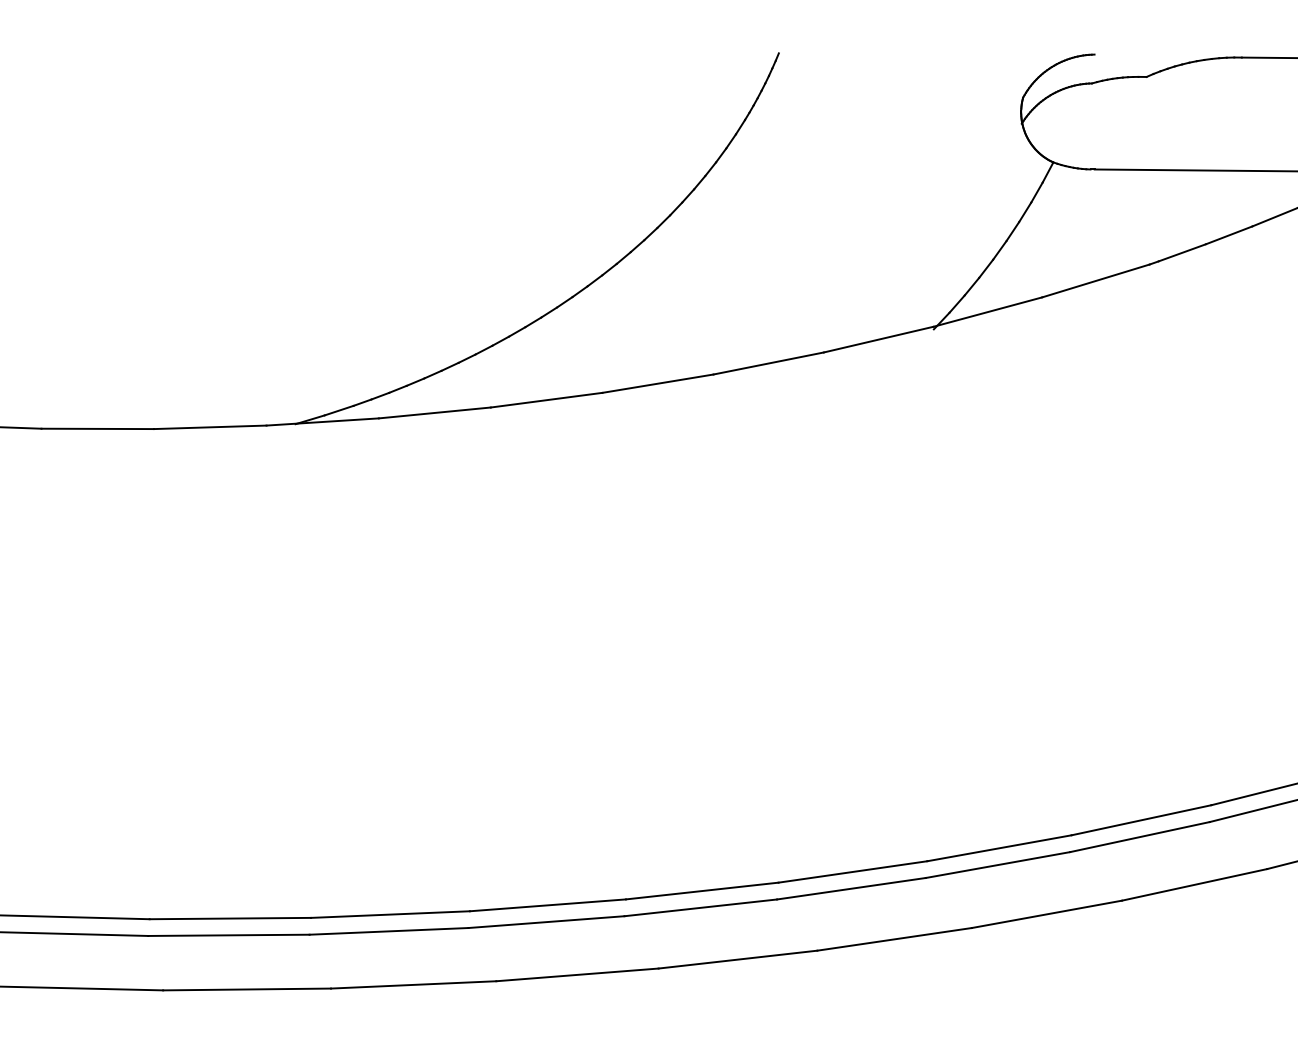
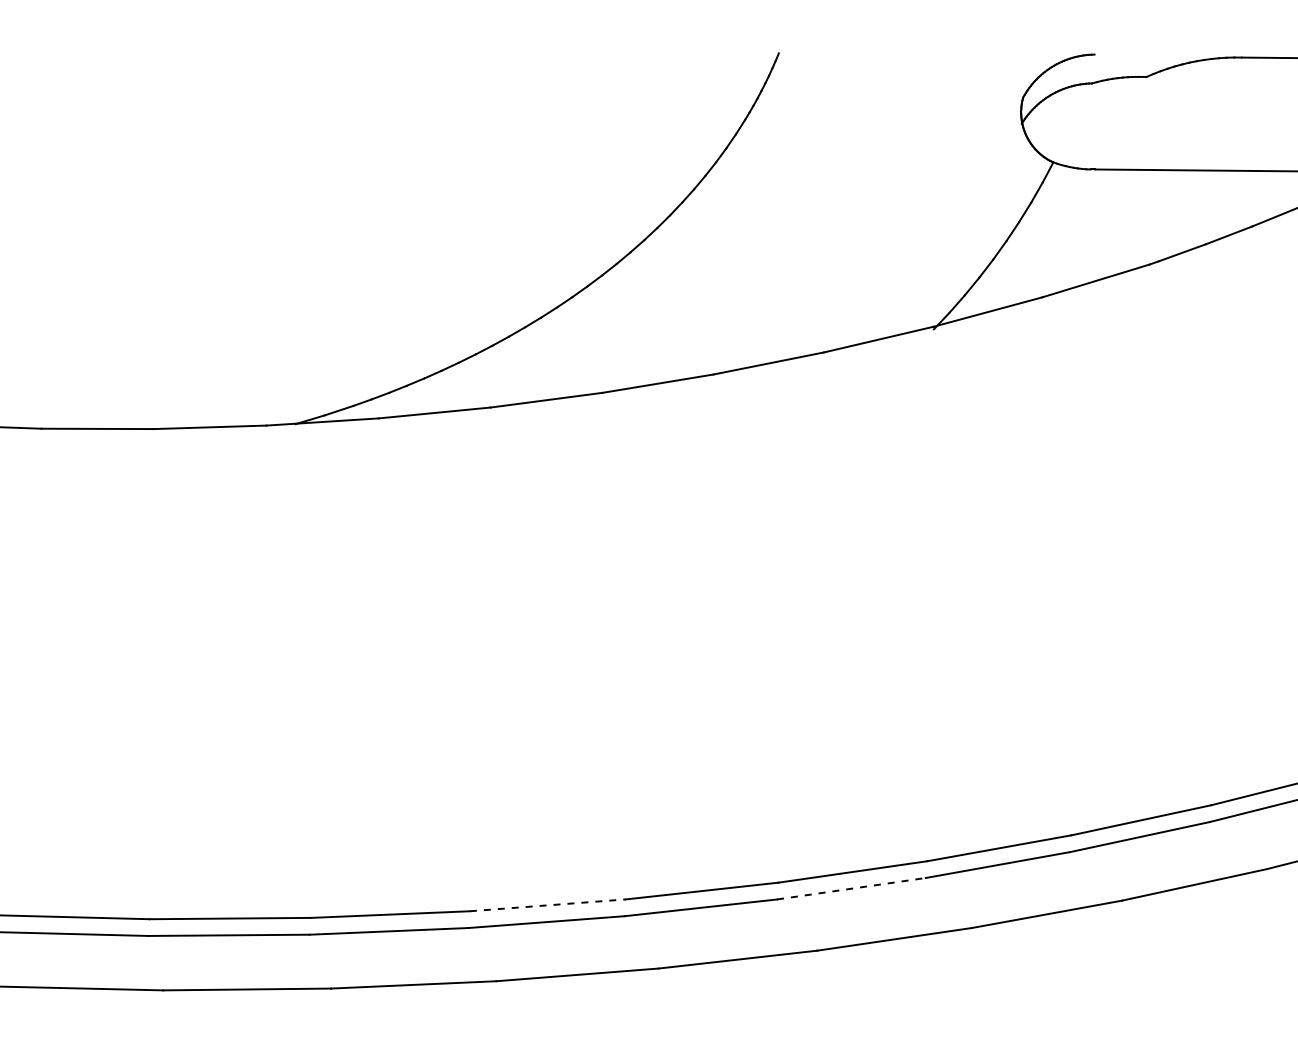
line at (851, 888): solid -> dashed
line at (548, 905): solid -> dashed
